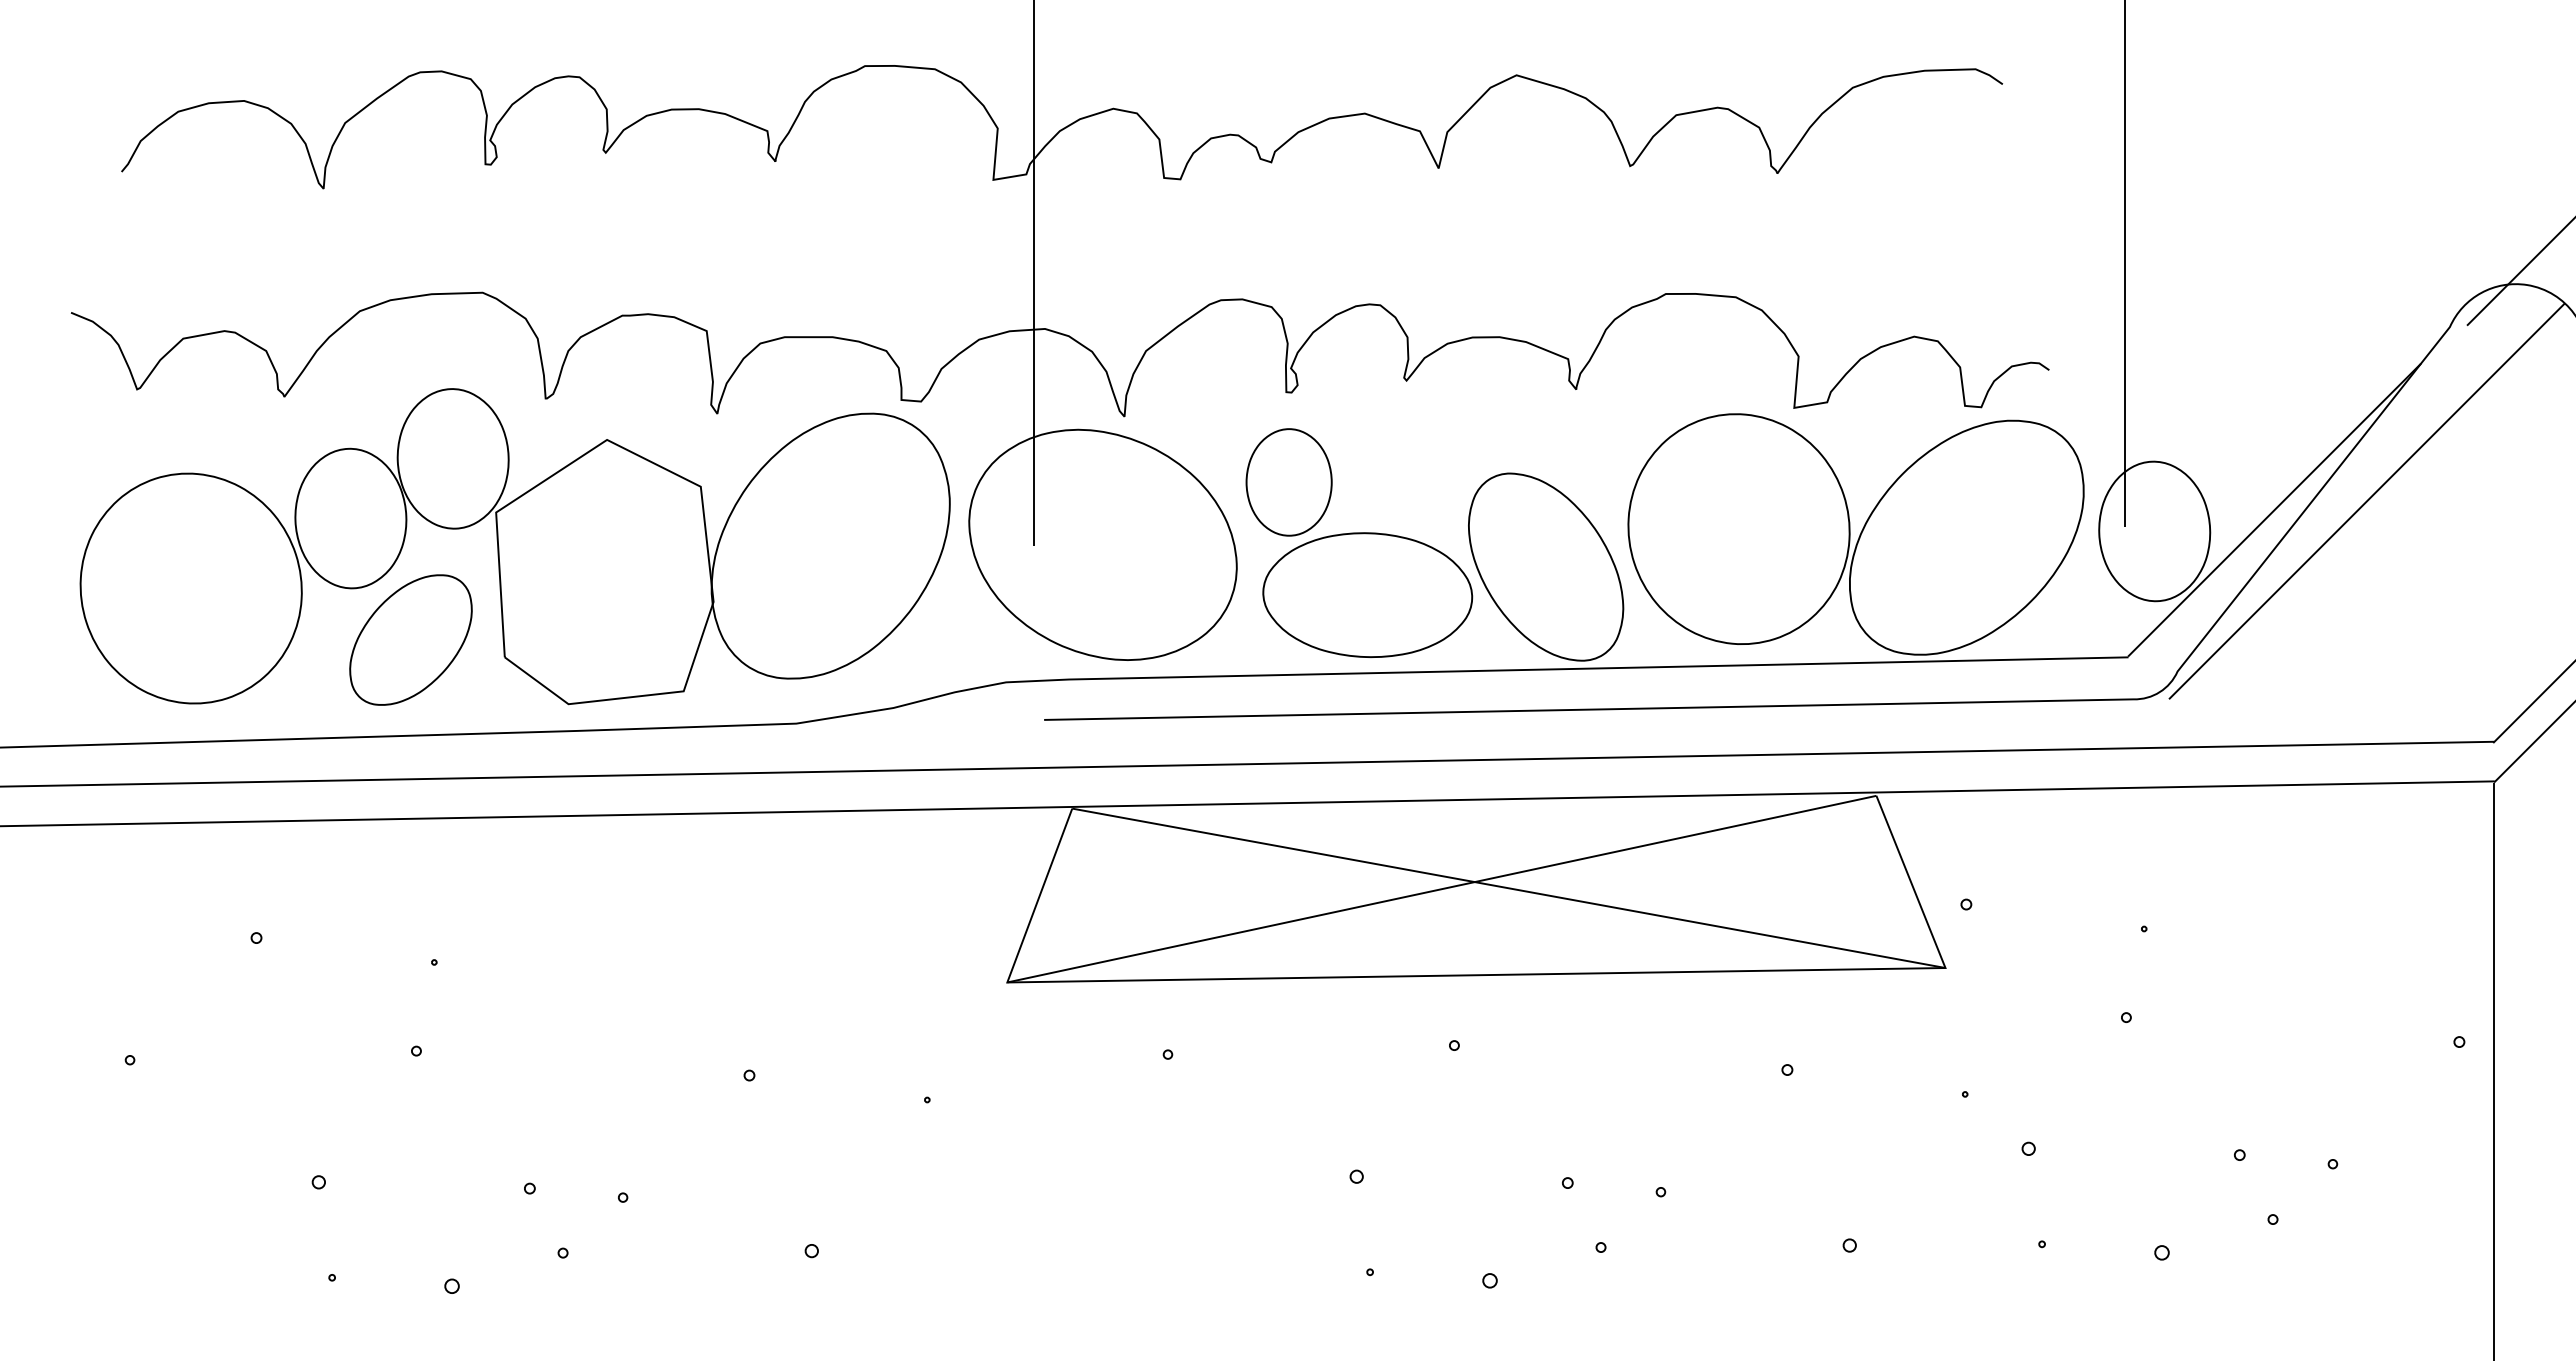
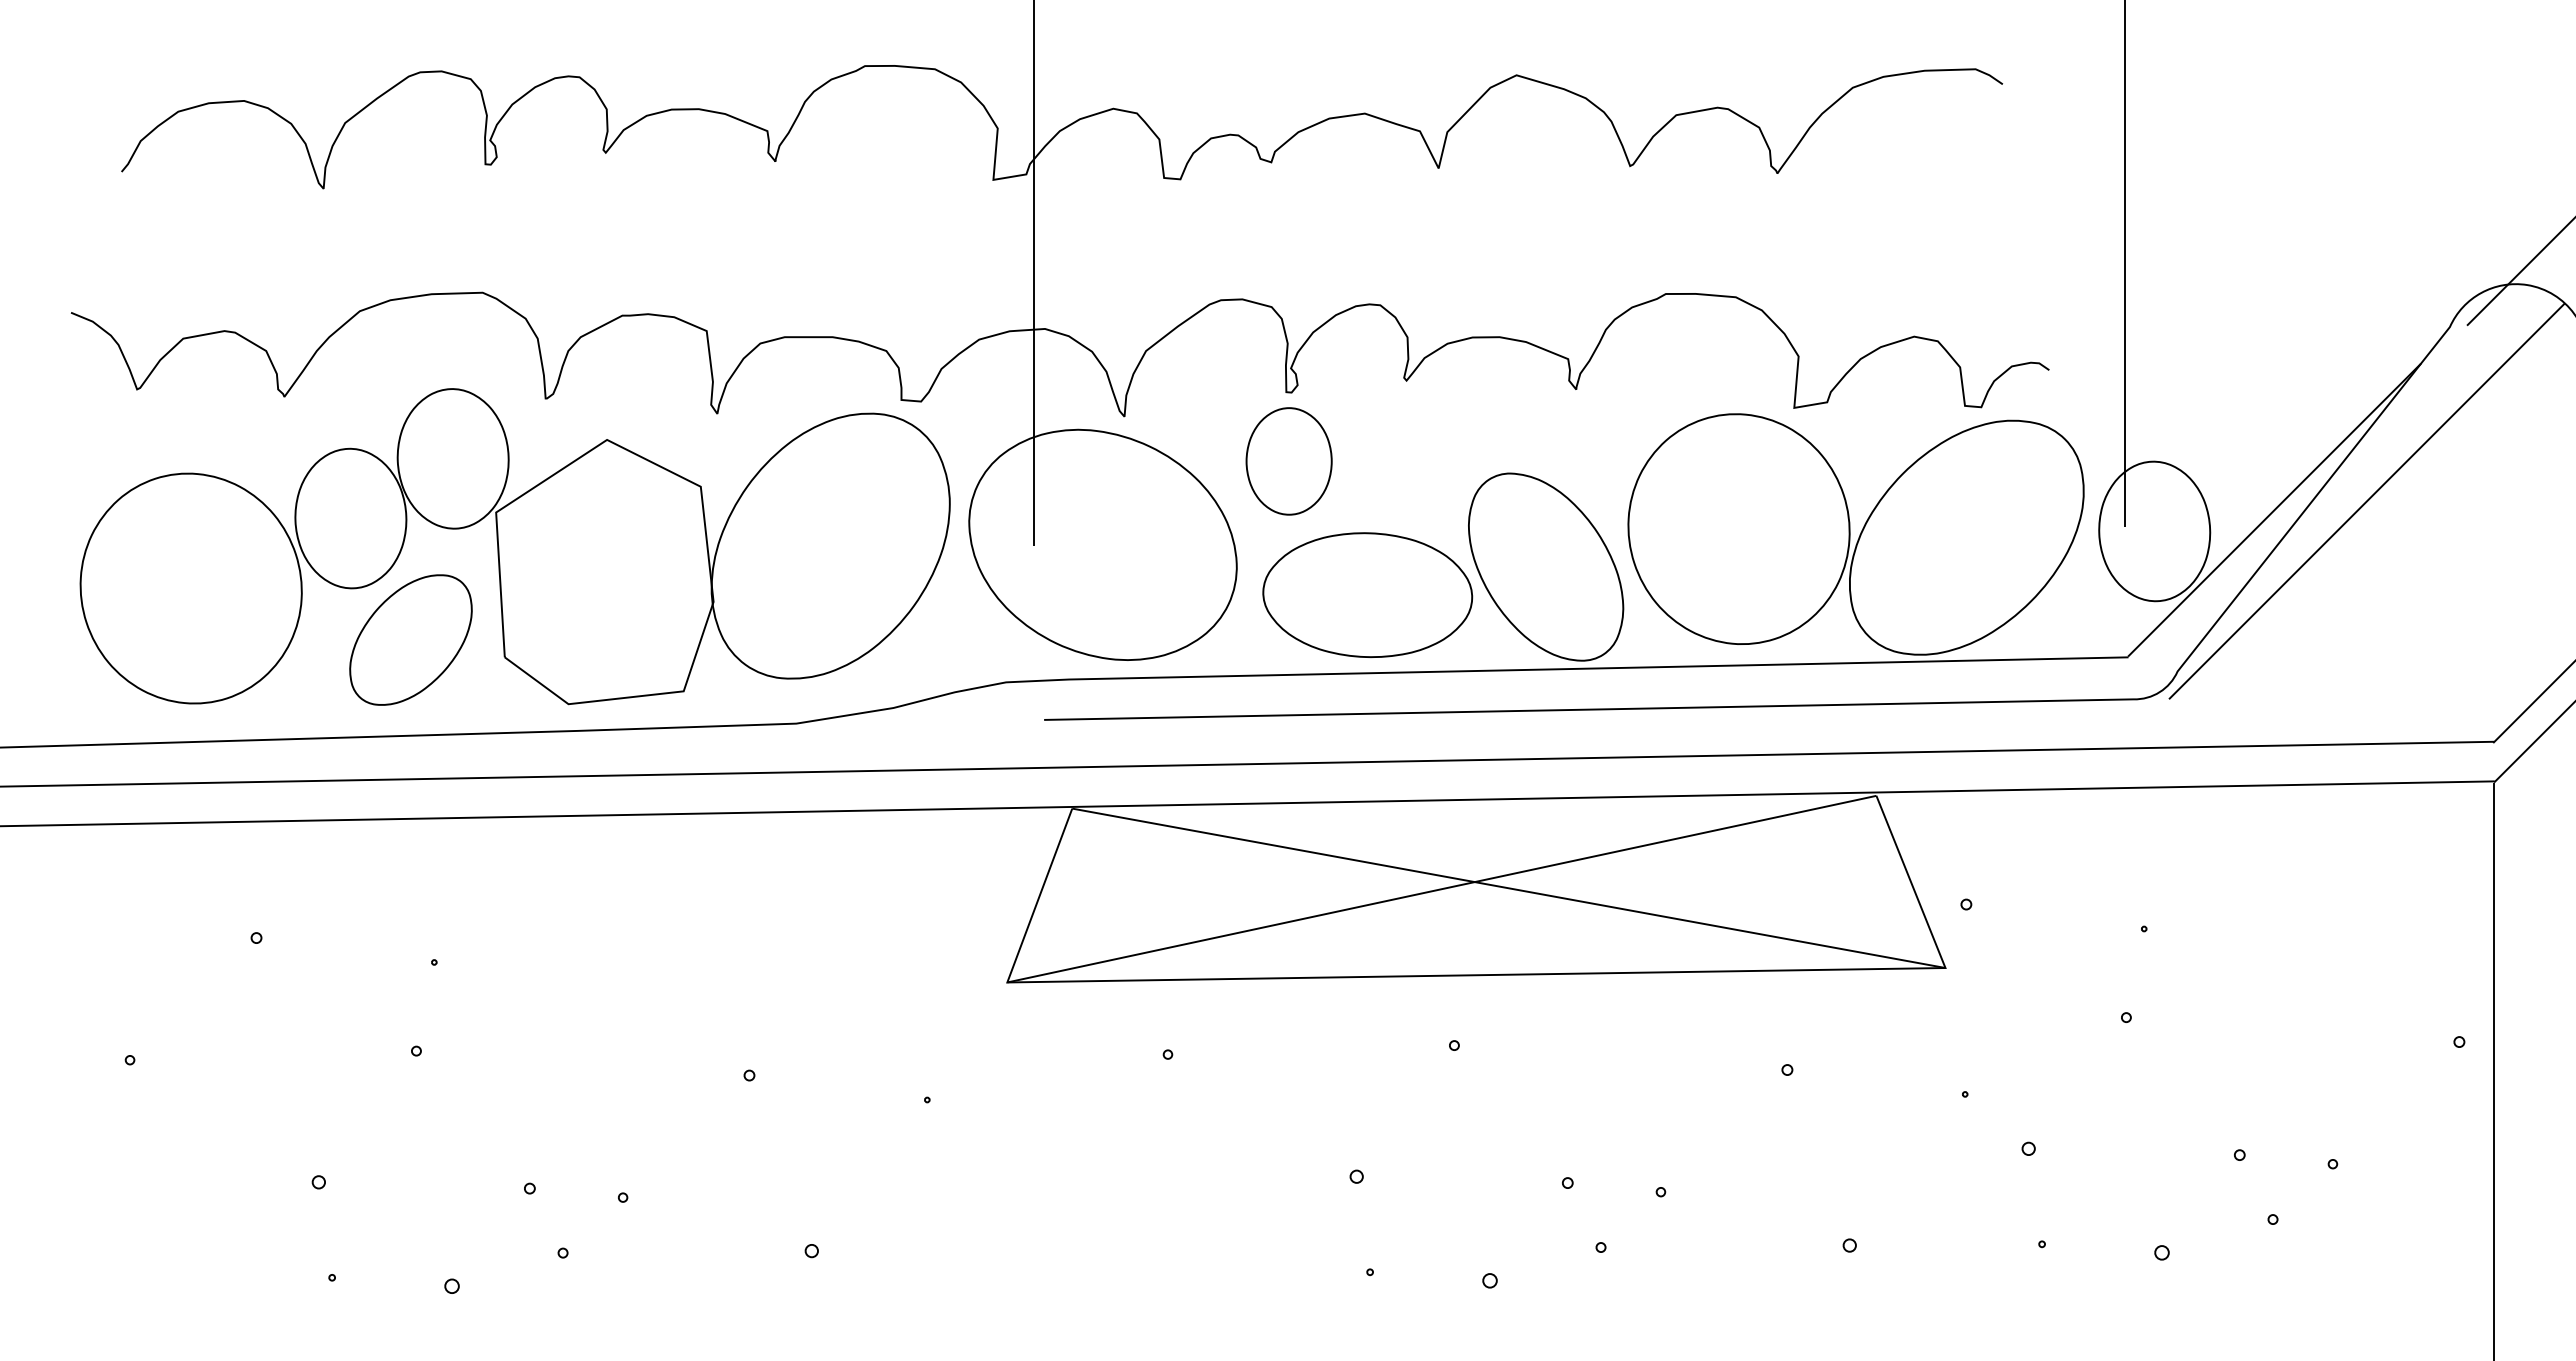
part at (1288, 482) position: (1288, 482) -> (1288, 461)
